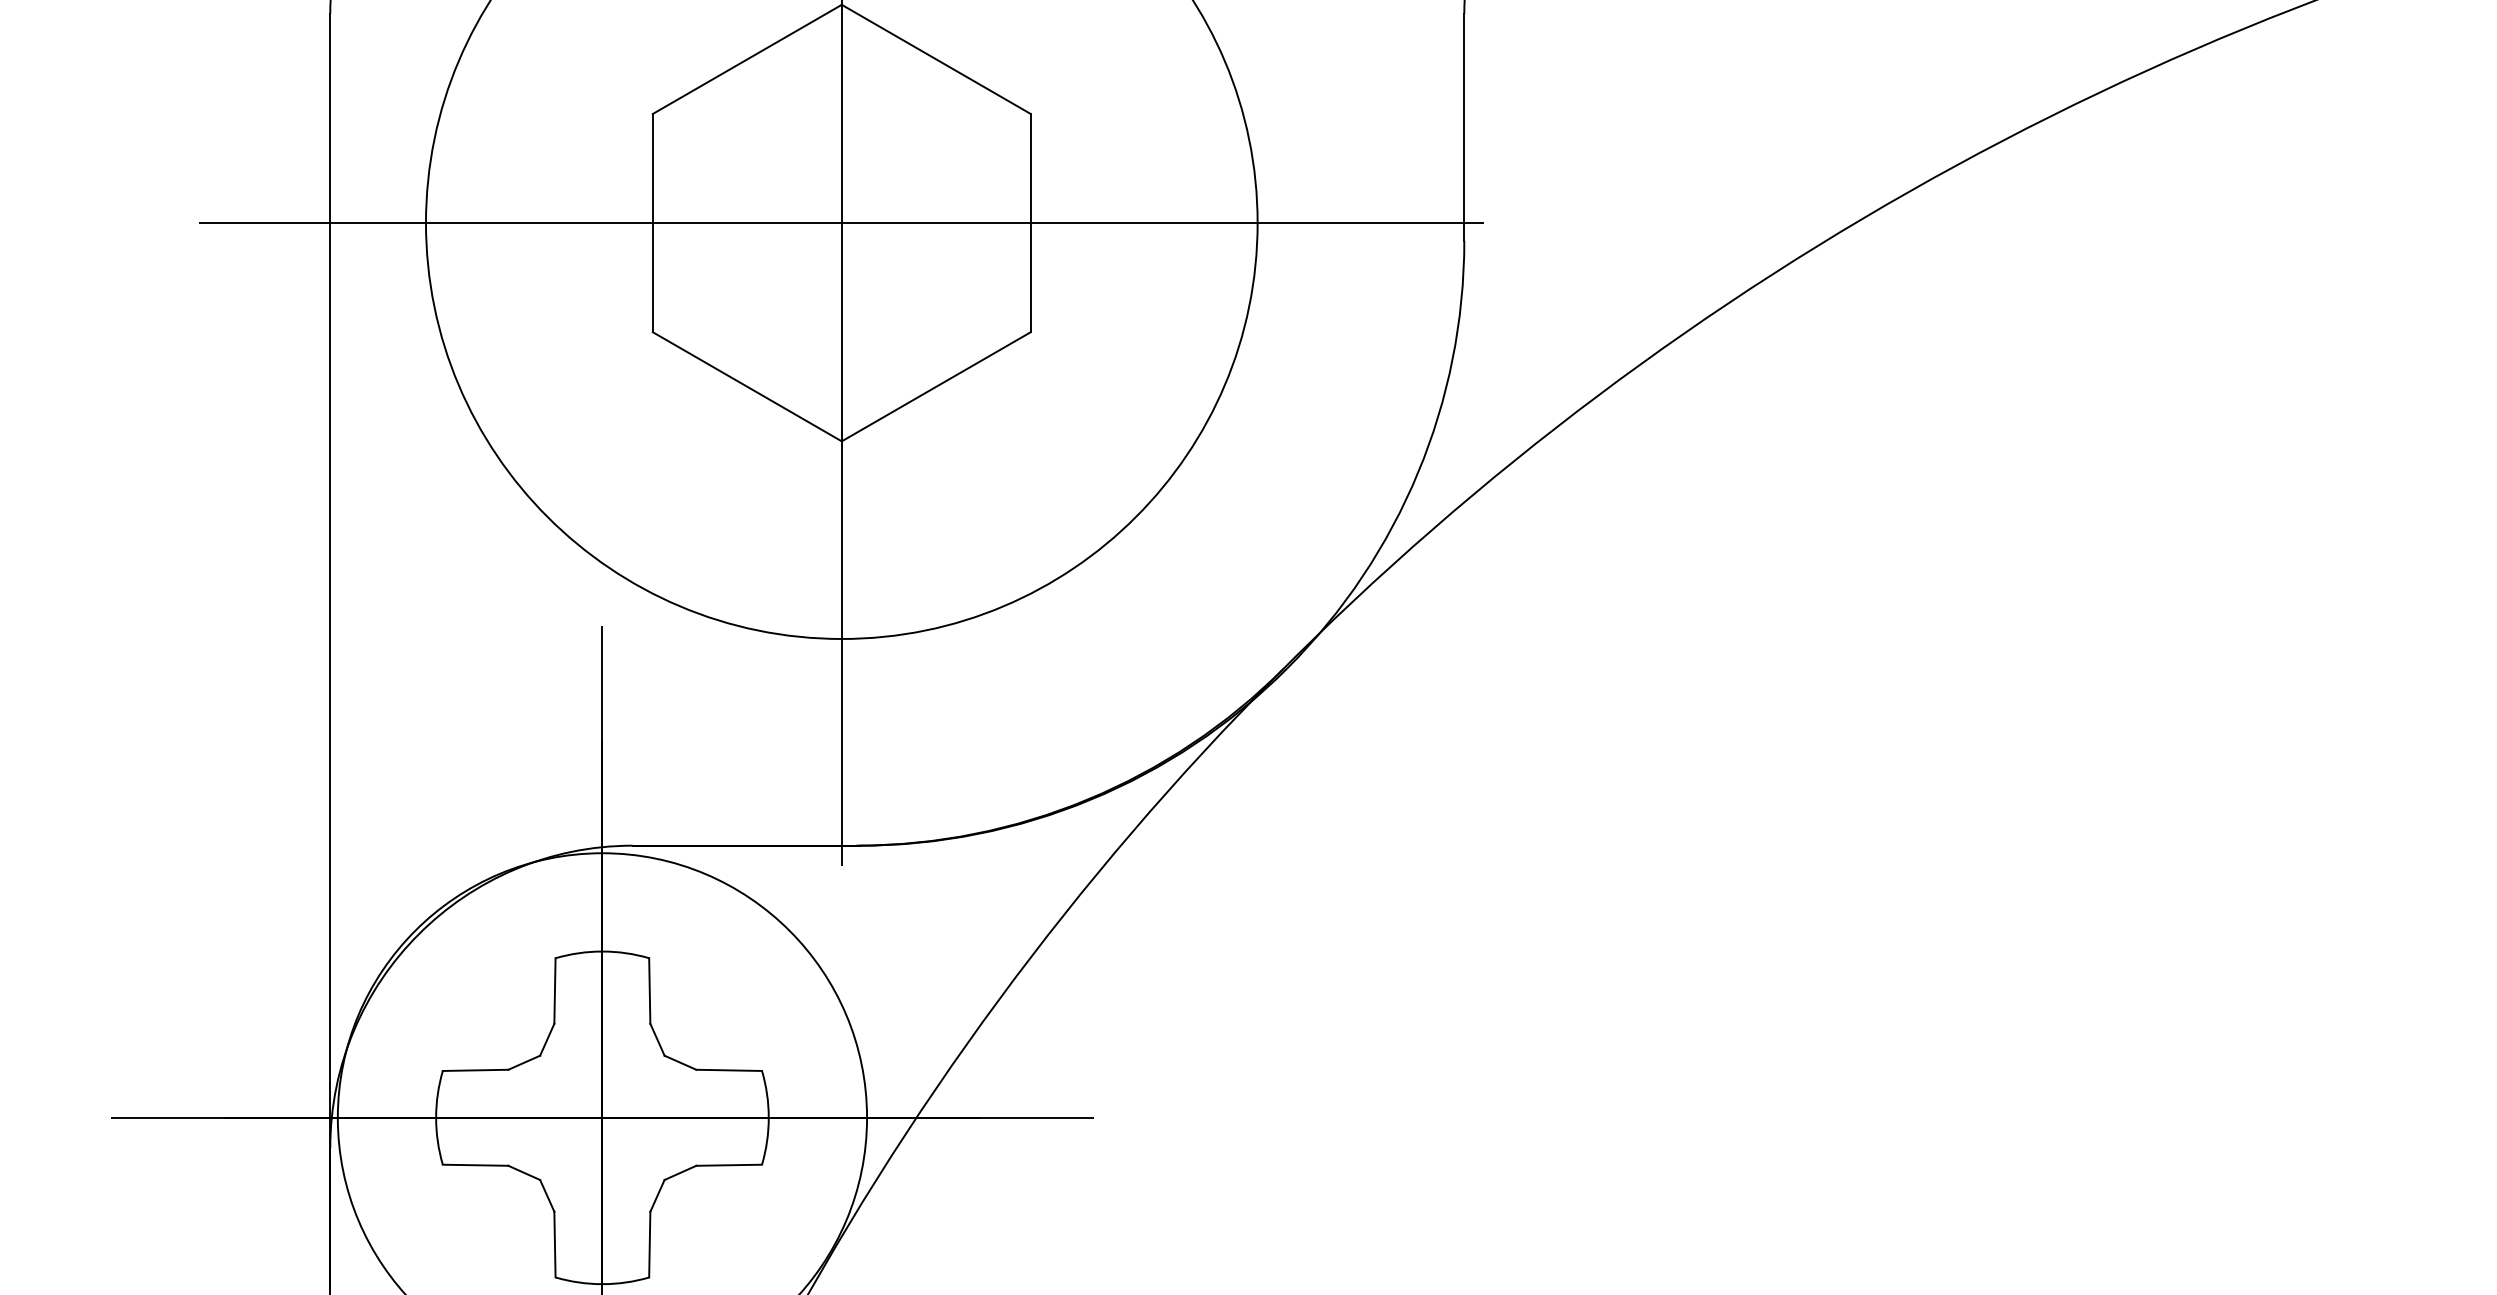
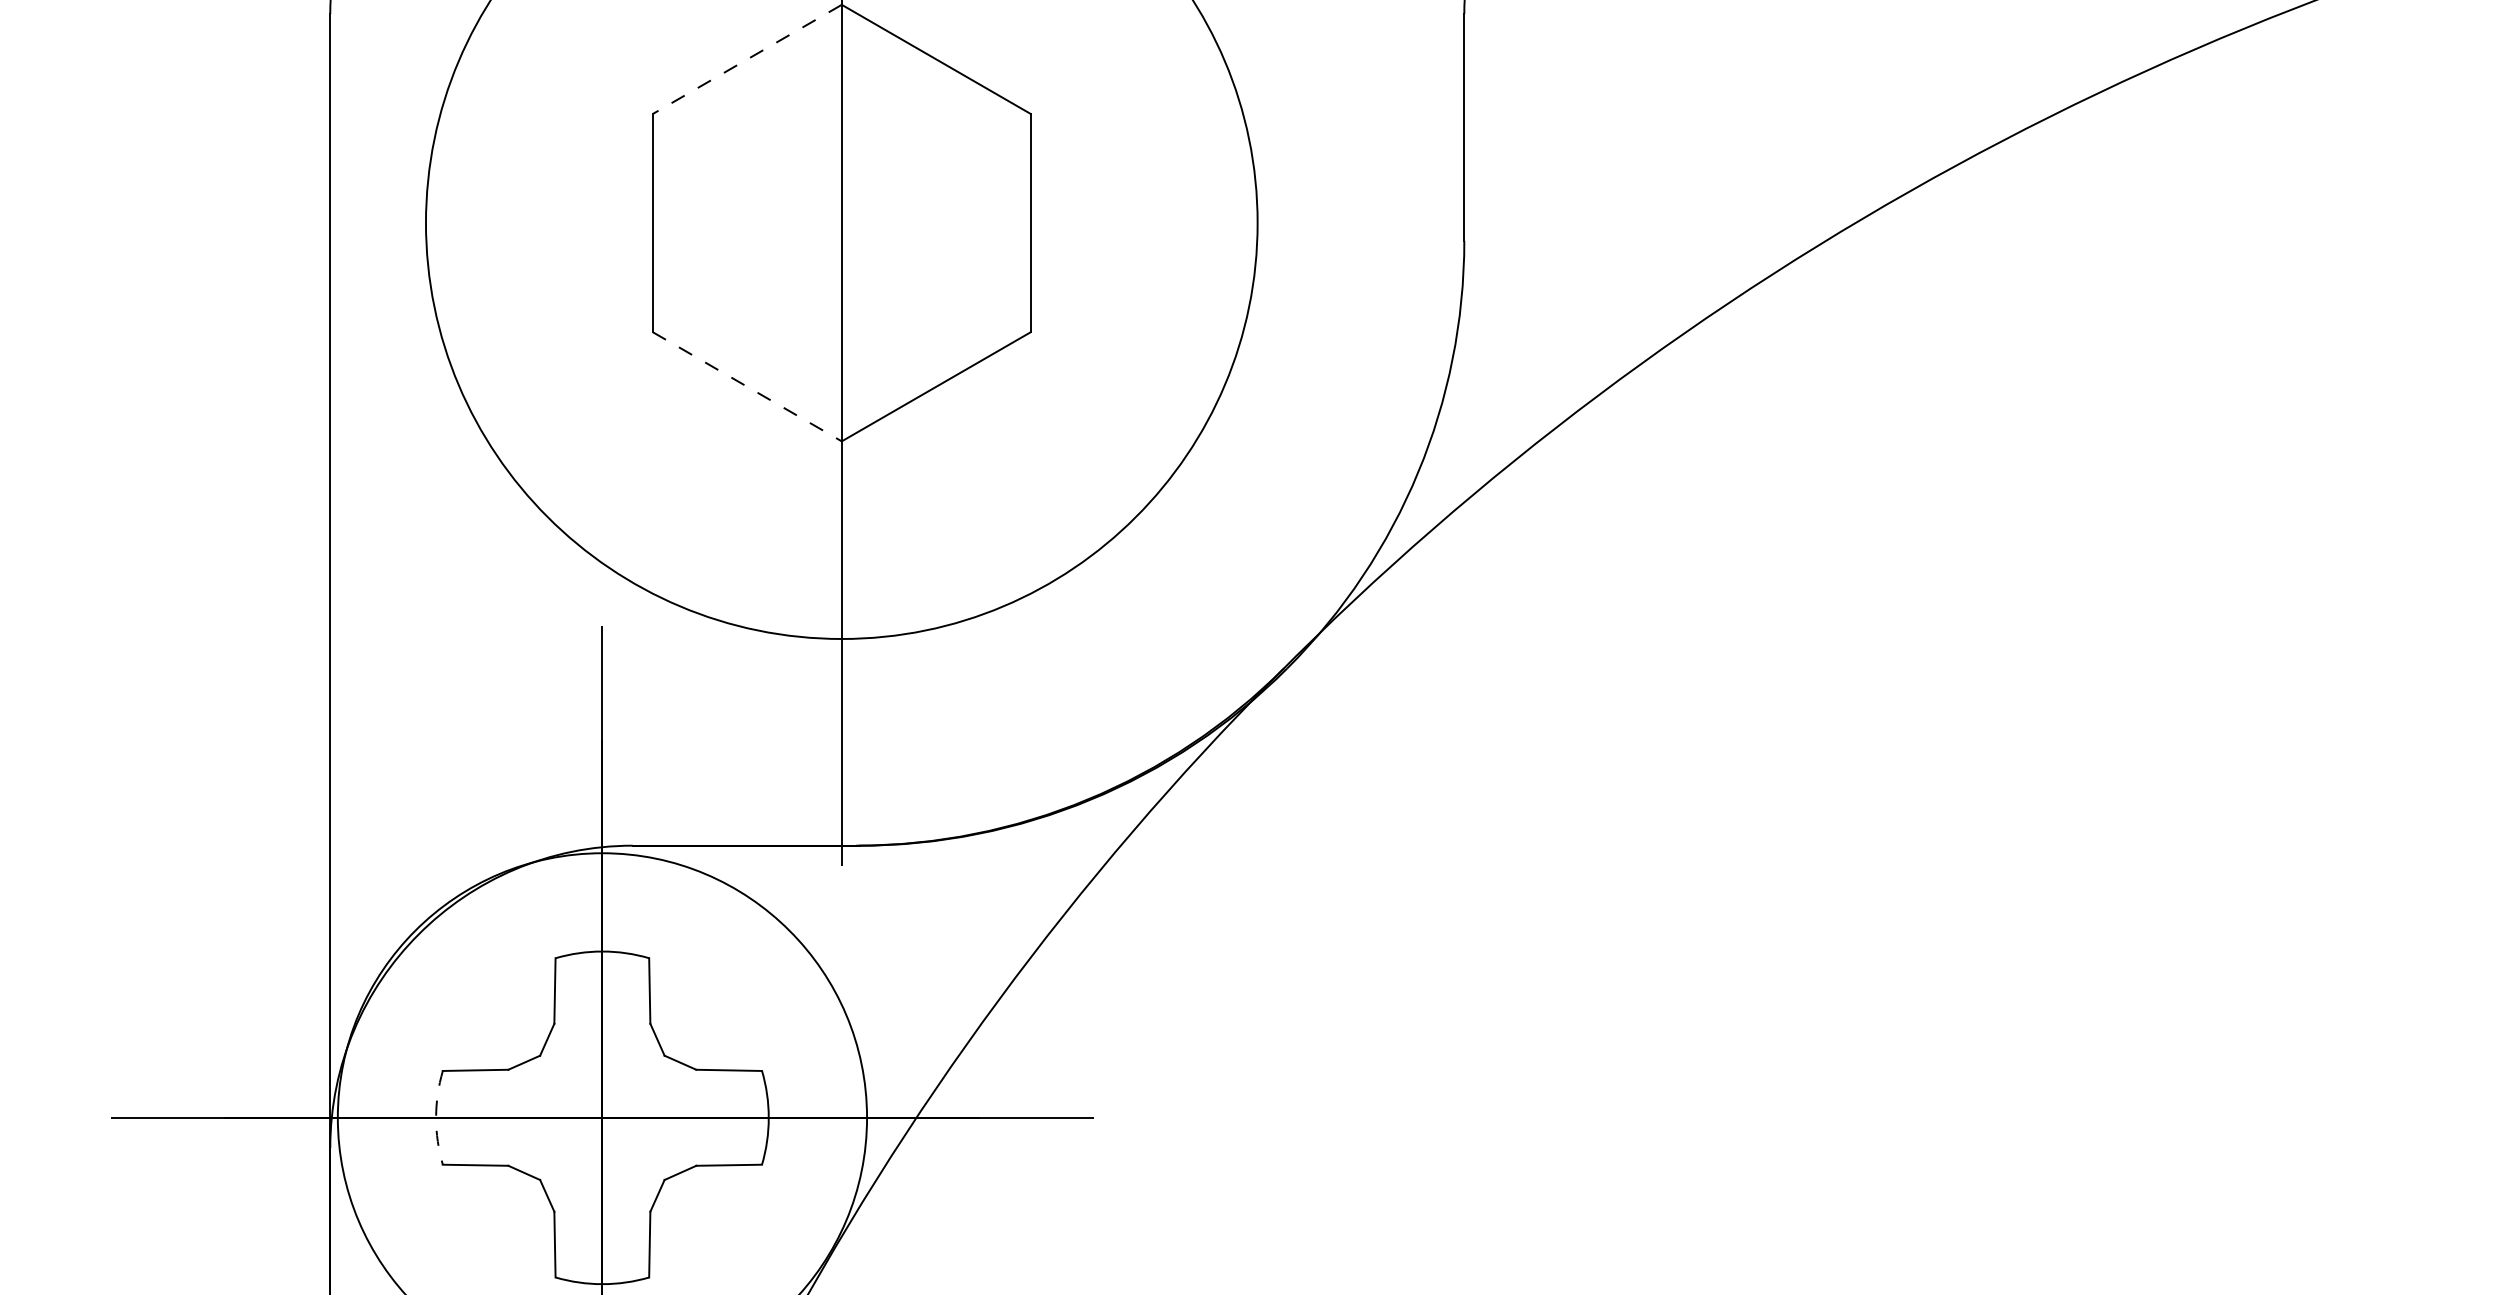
line at (746, 59): solid -> dashed
line at (841, 223): present -> none
line at (747, 387): solid -> dashed
arc at (436, 1117): solid -> dashed
